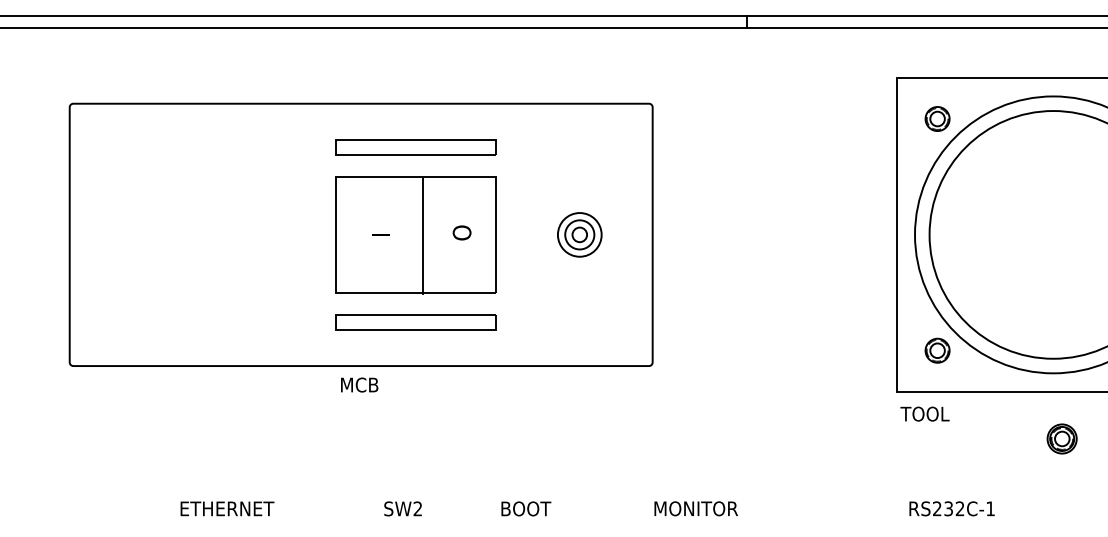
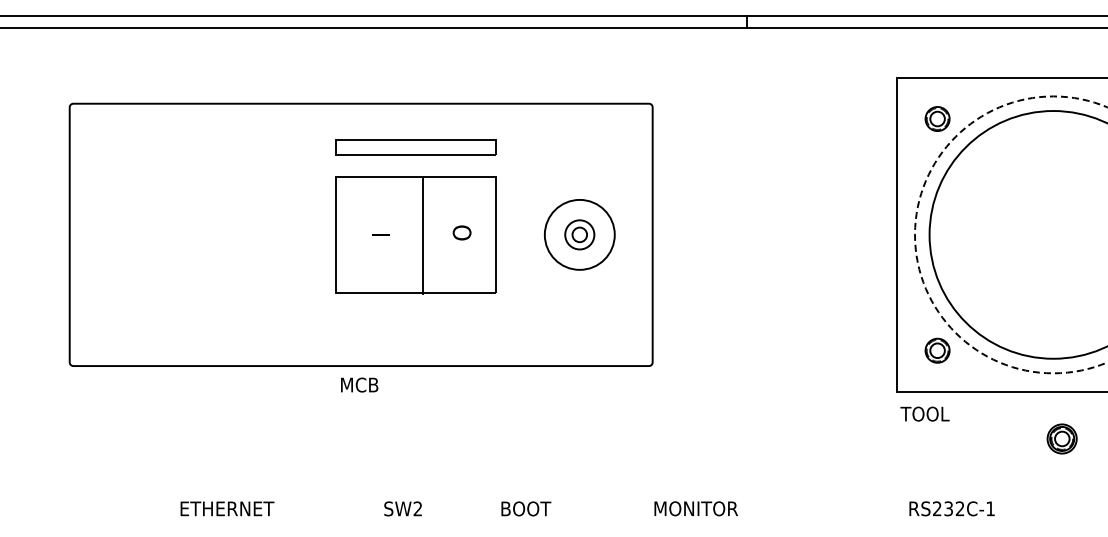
circle at (579, 234) diameter: 44 px -> 70 px
circle at (1011, 234): solid -> dashed
part at (415, 322): present -> none
